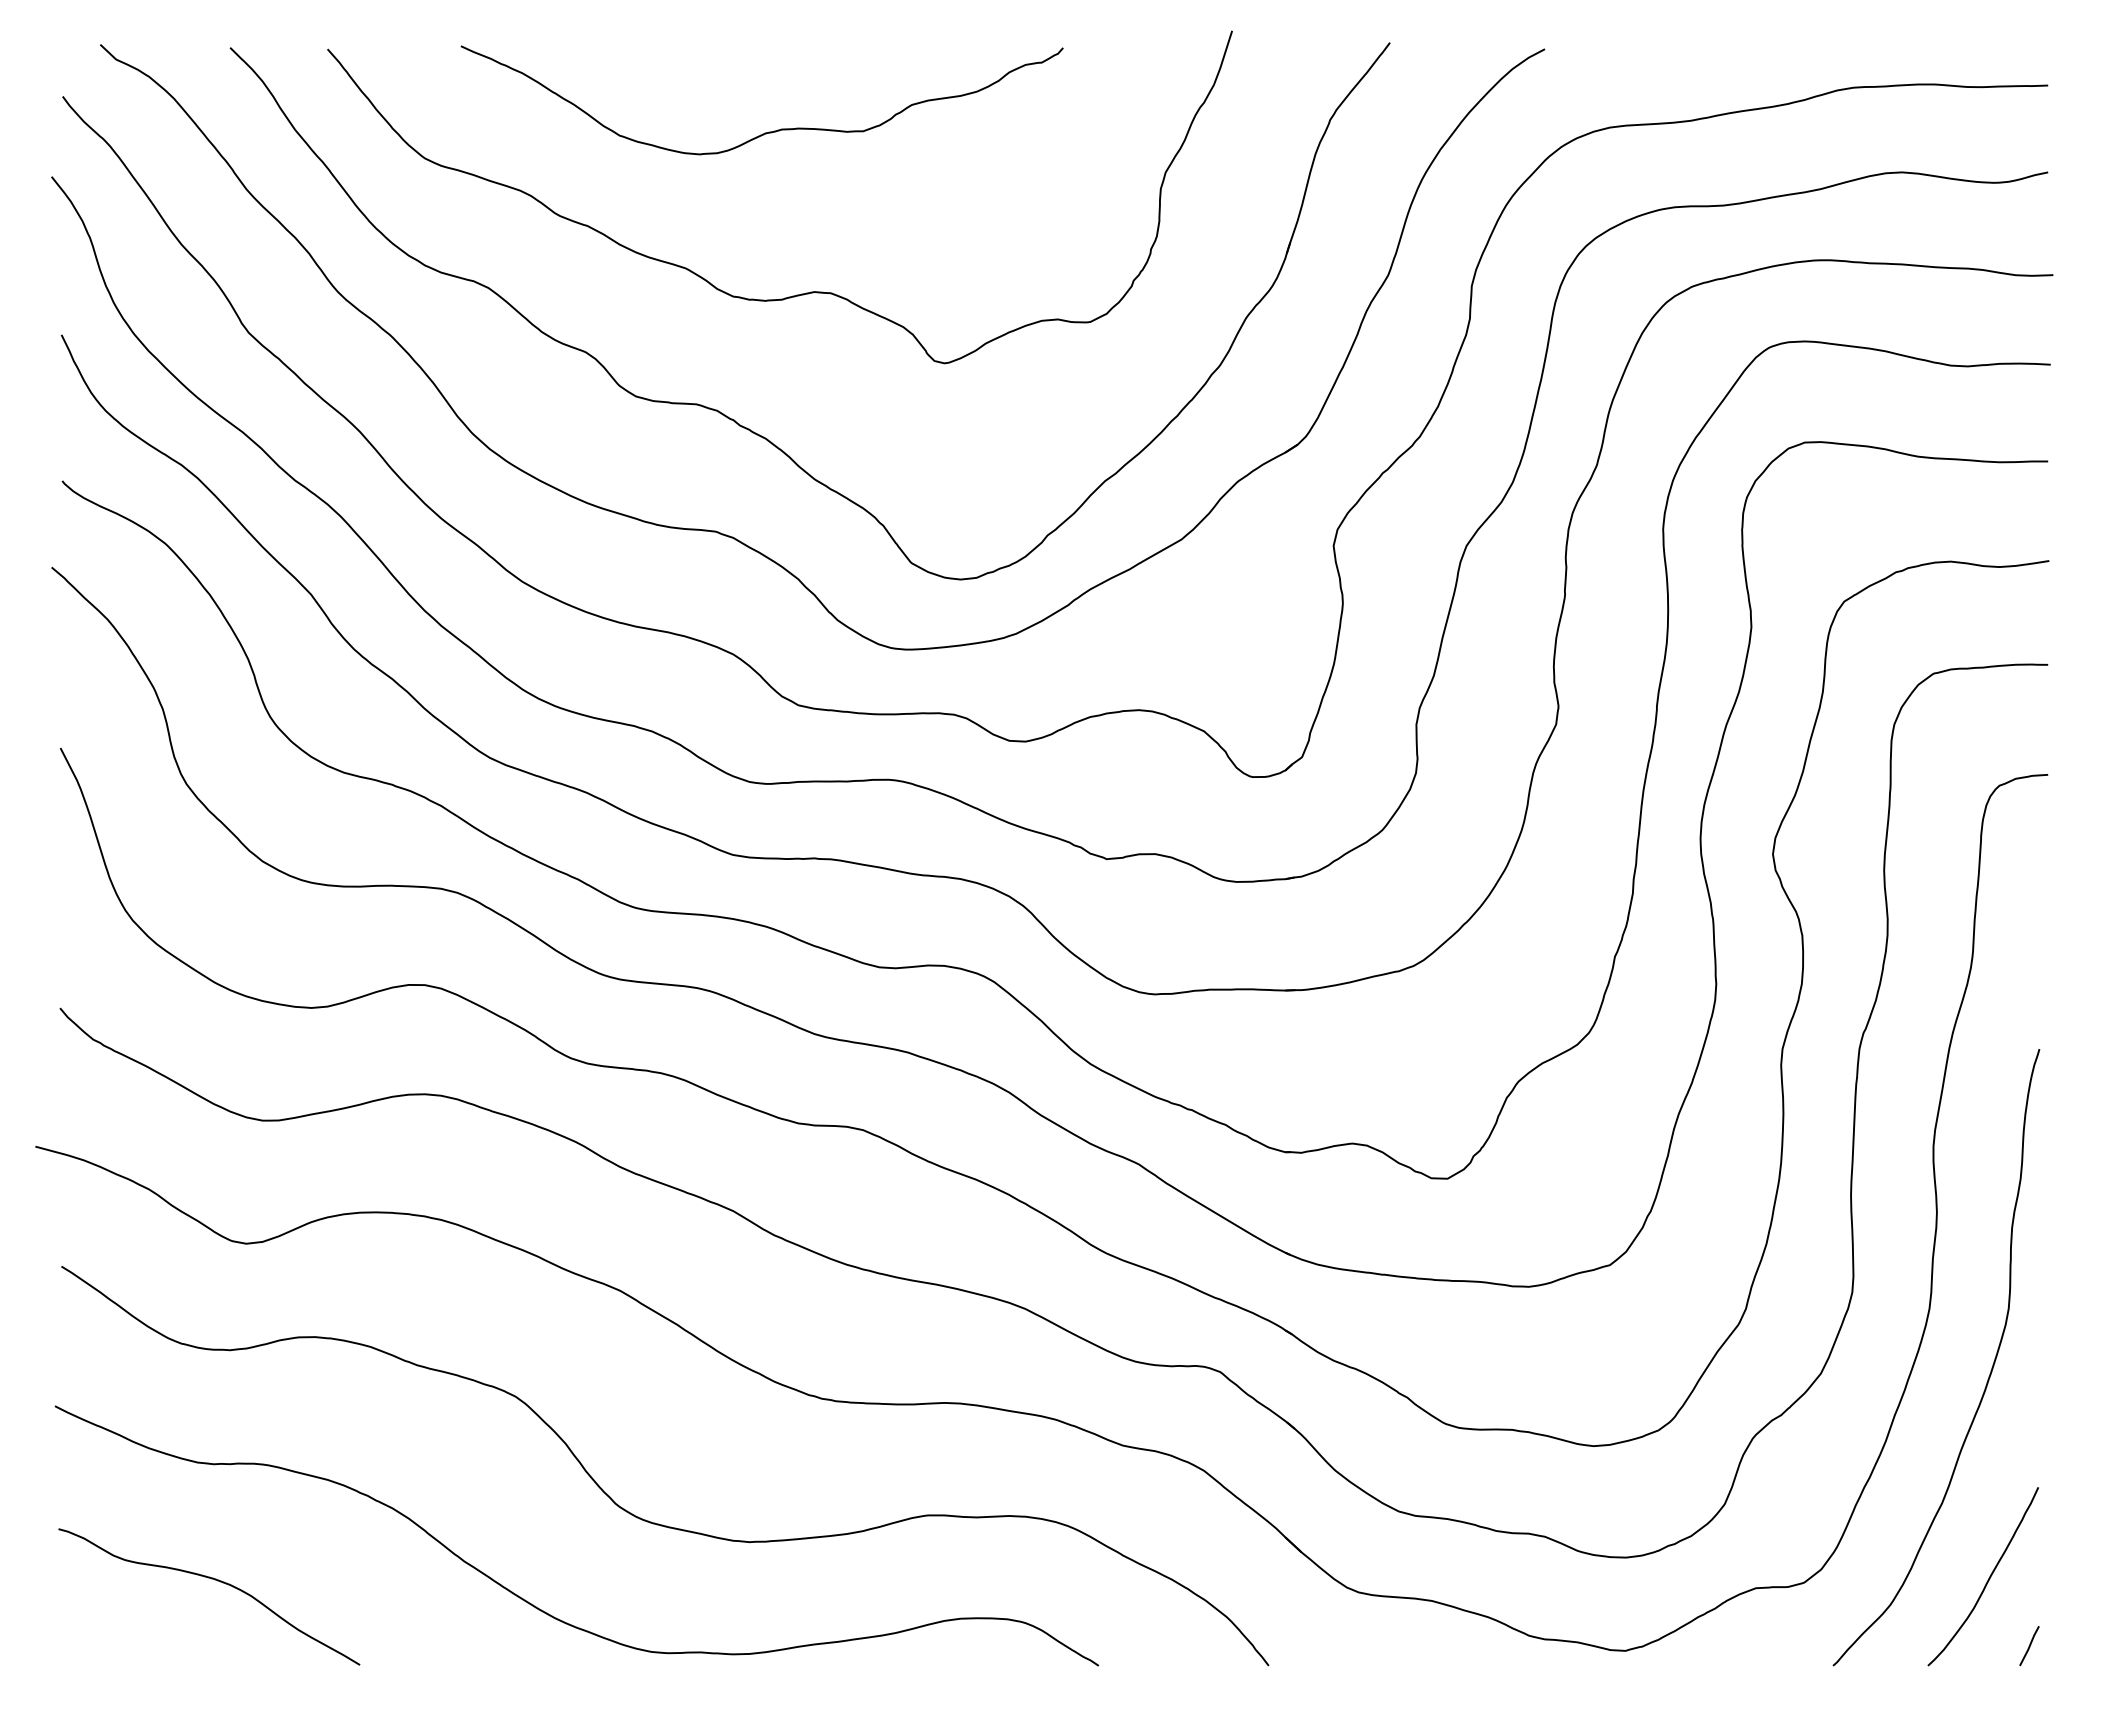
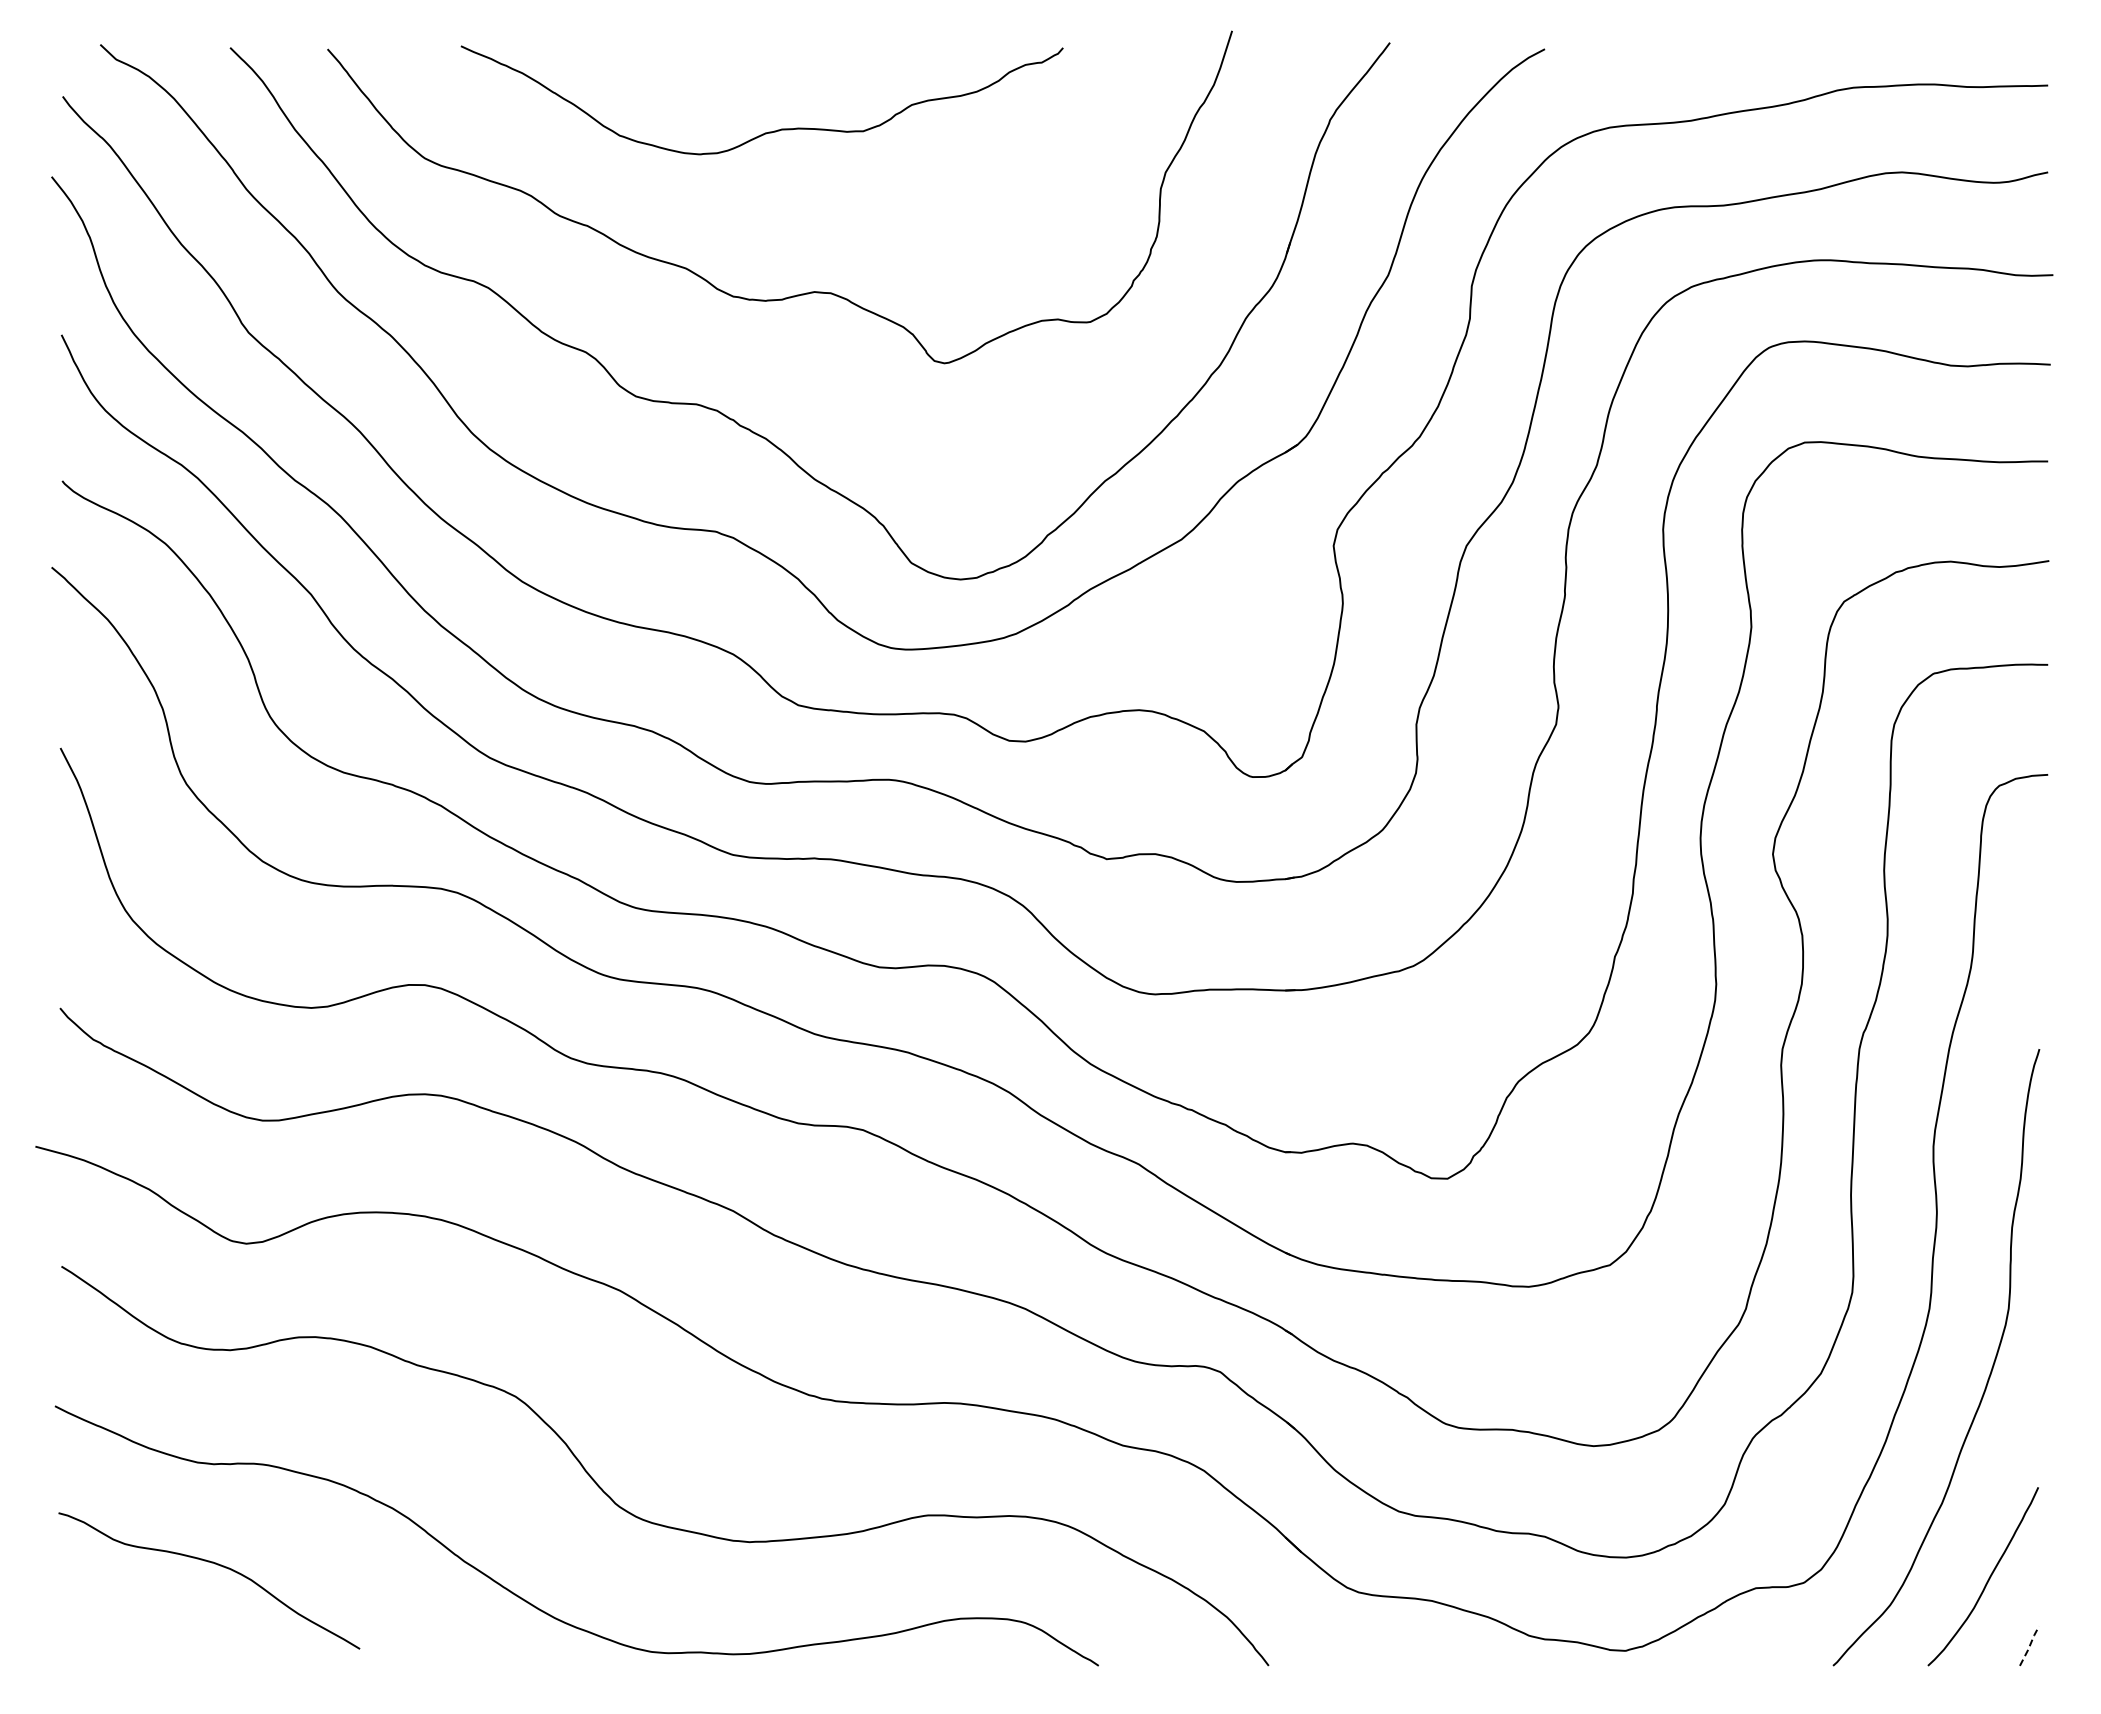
curve at (217, 1581) position: (217, 1581) -> (217, 1565)
line at (2029, 1646): solid -> dashed
